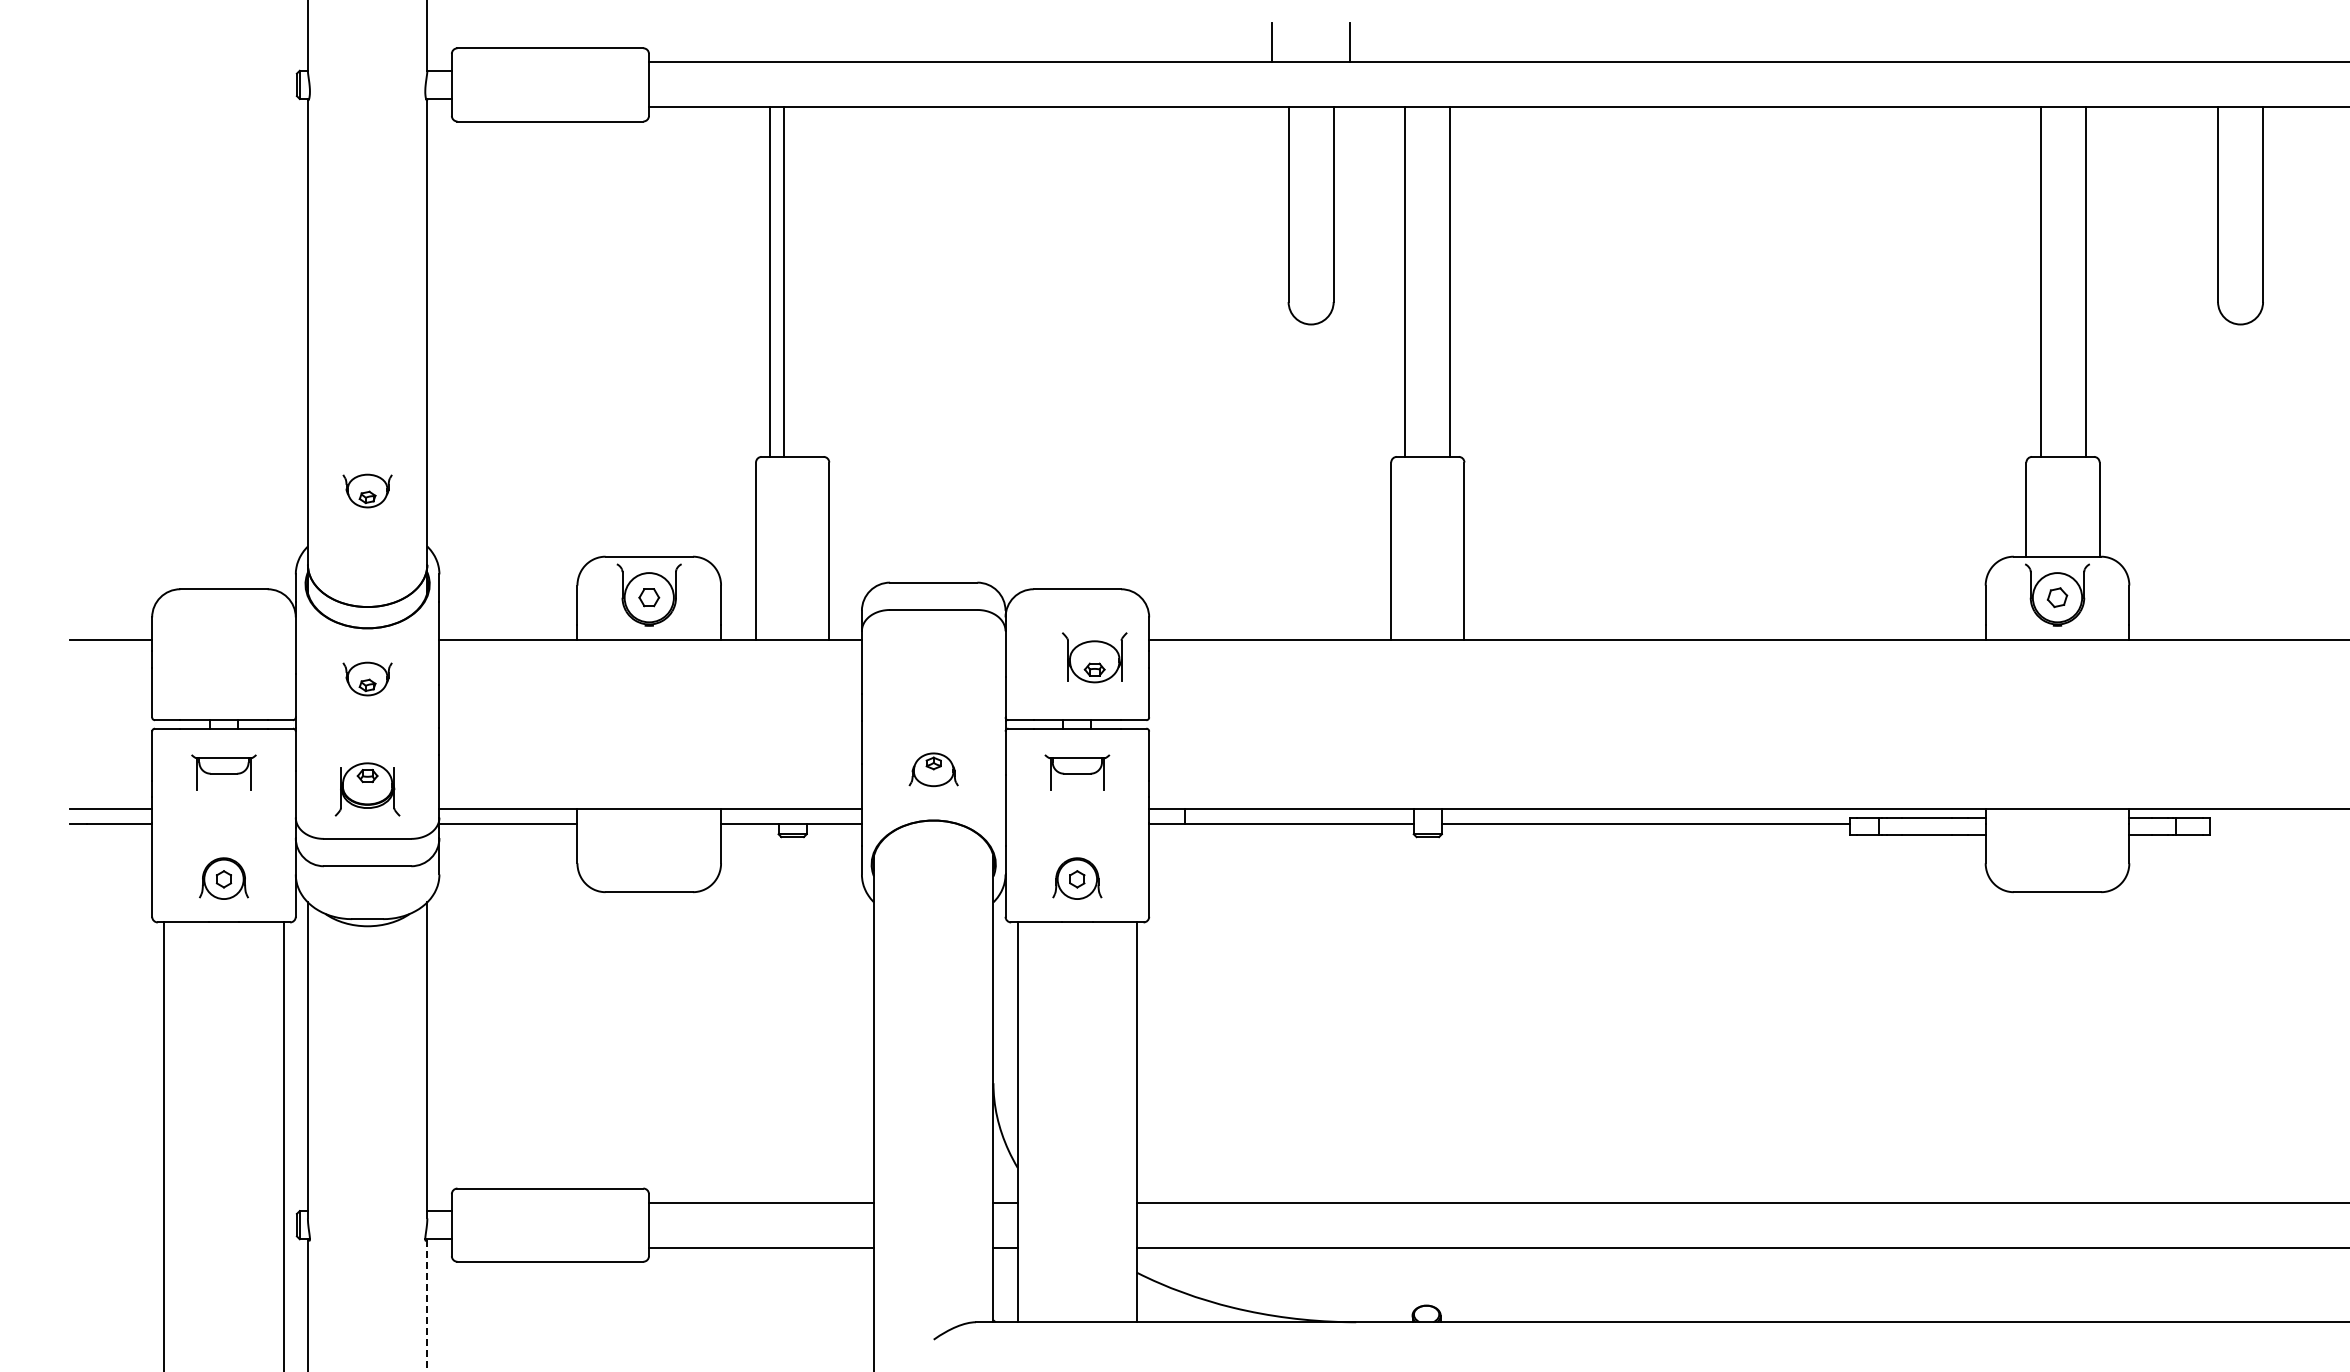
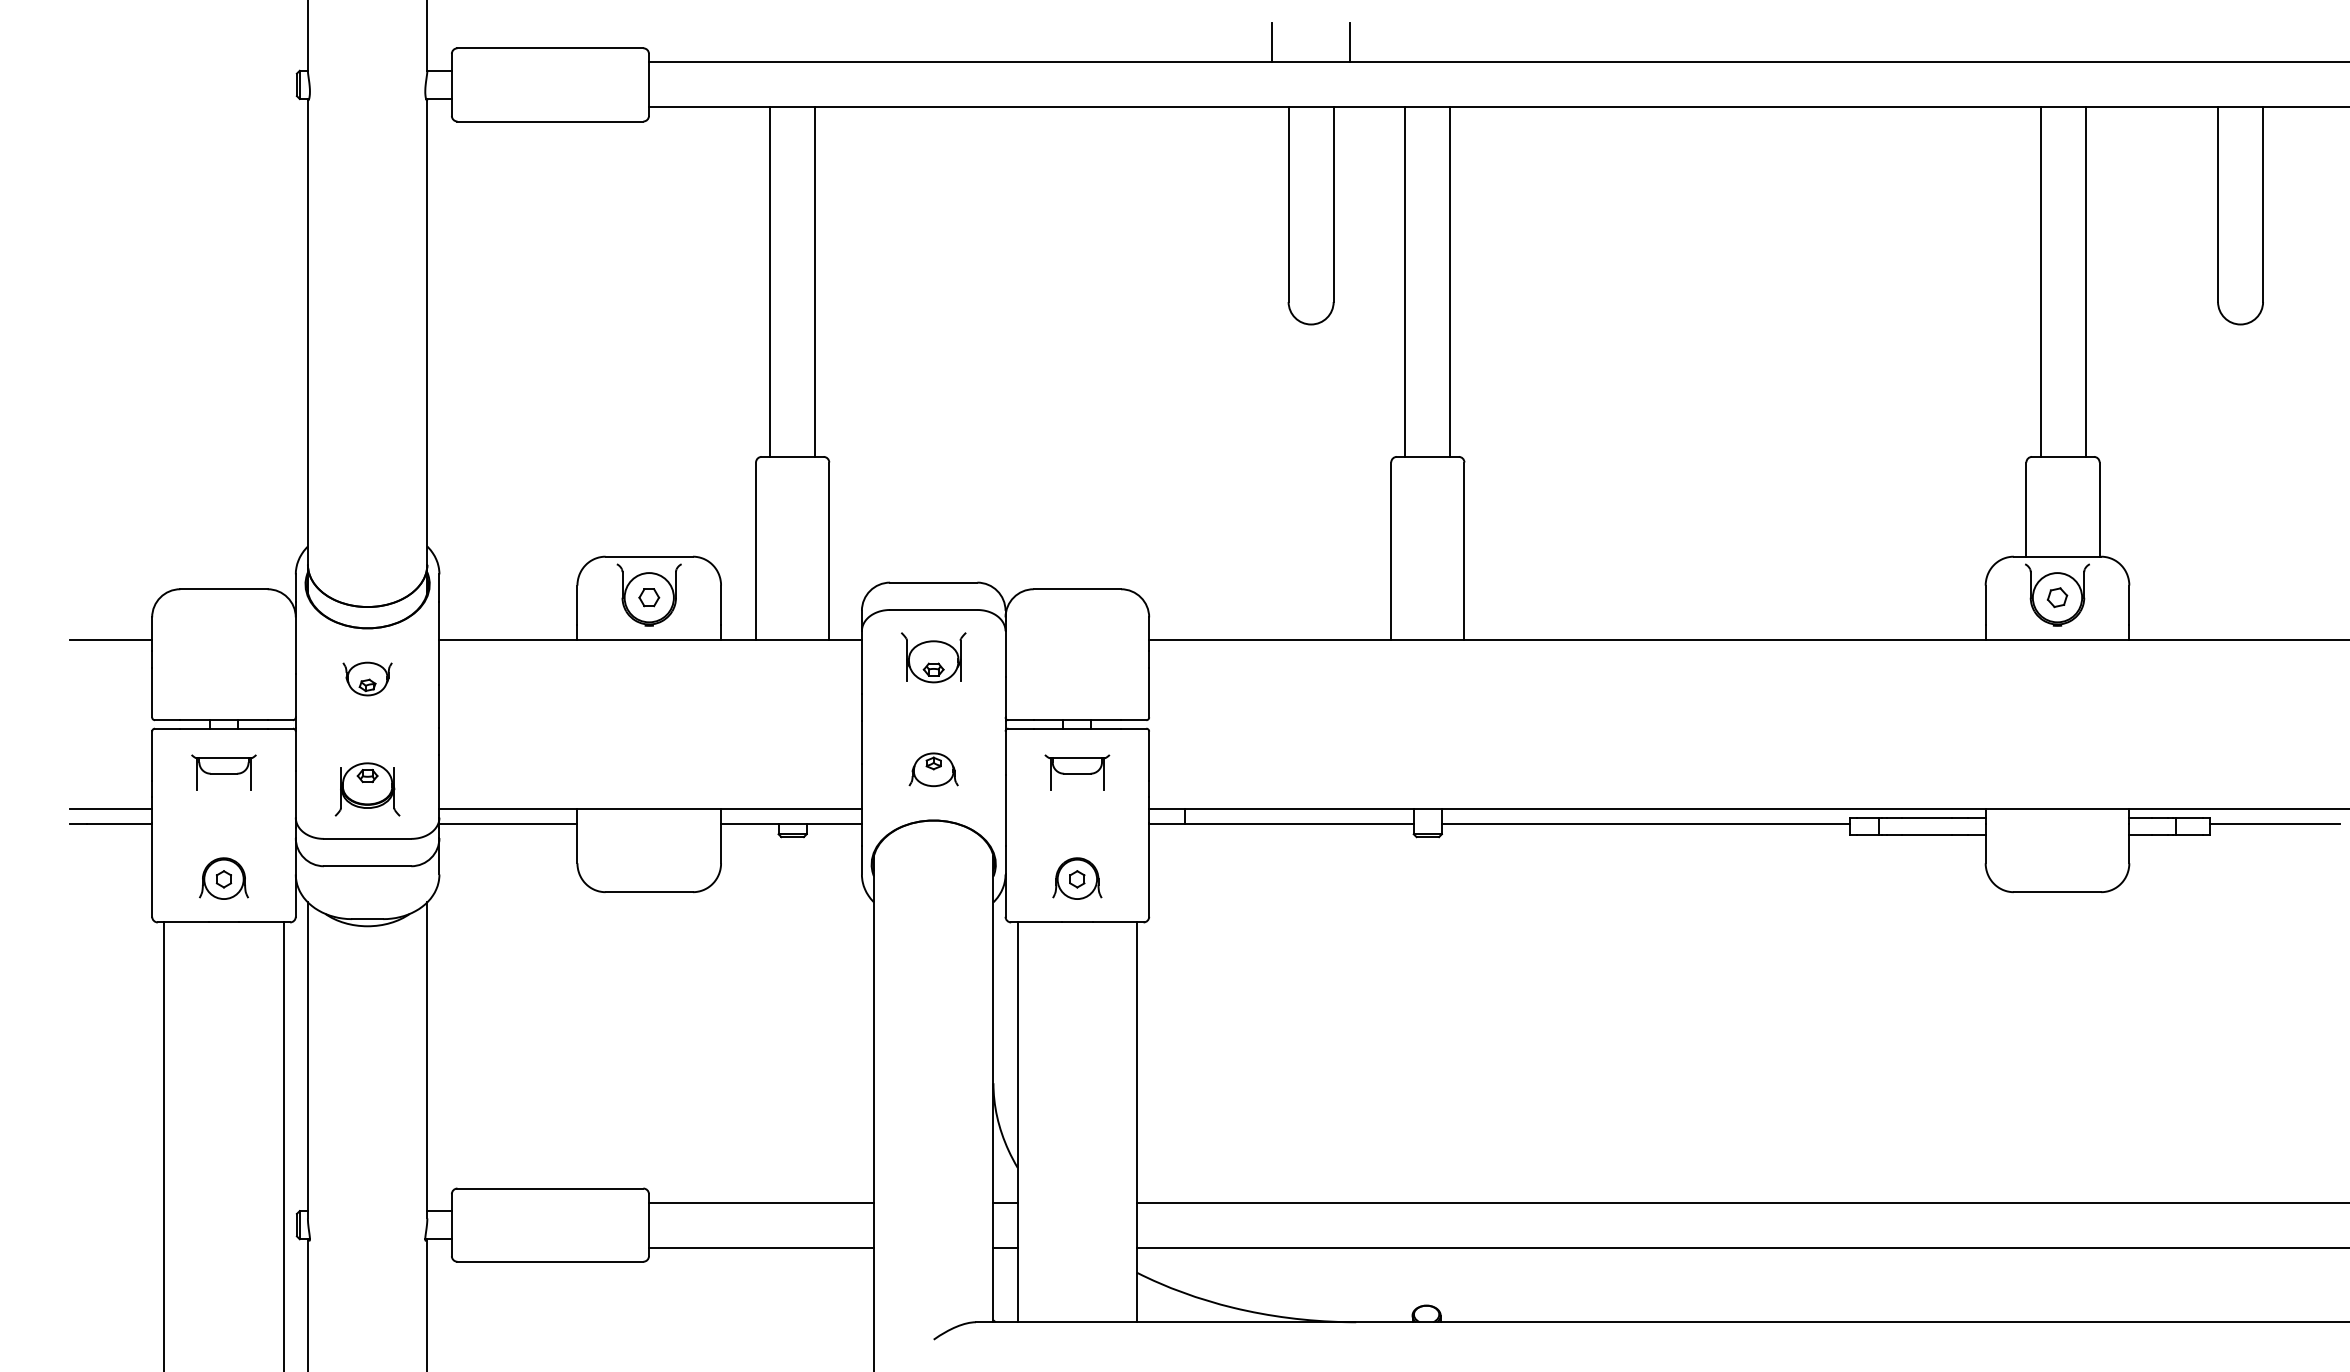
line at (784, 281) position: (784, 281) -> (815, 281)
part at (367, 490): present -> none
part at (1094, 657) position: (1094, 657) -> (933, 657)
line at (2274, 823): none -> present
line at (427, 1304): dashed -> solid
